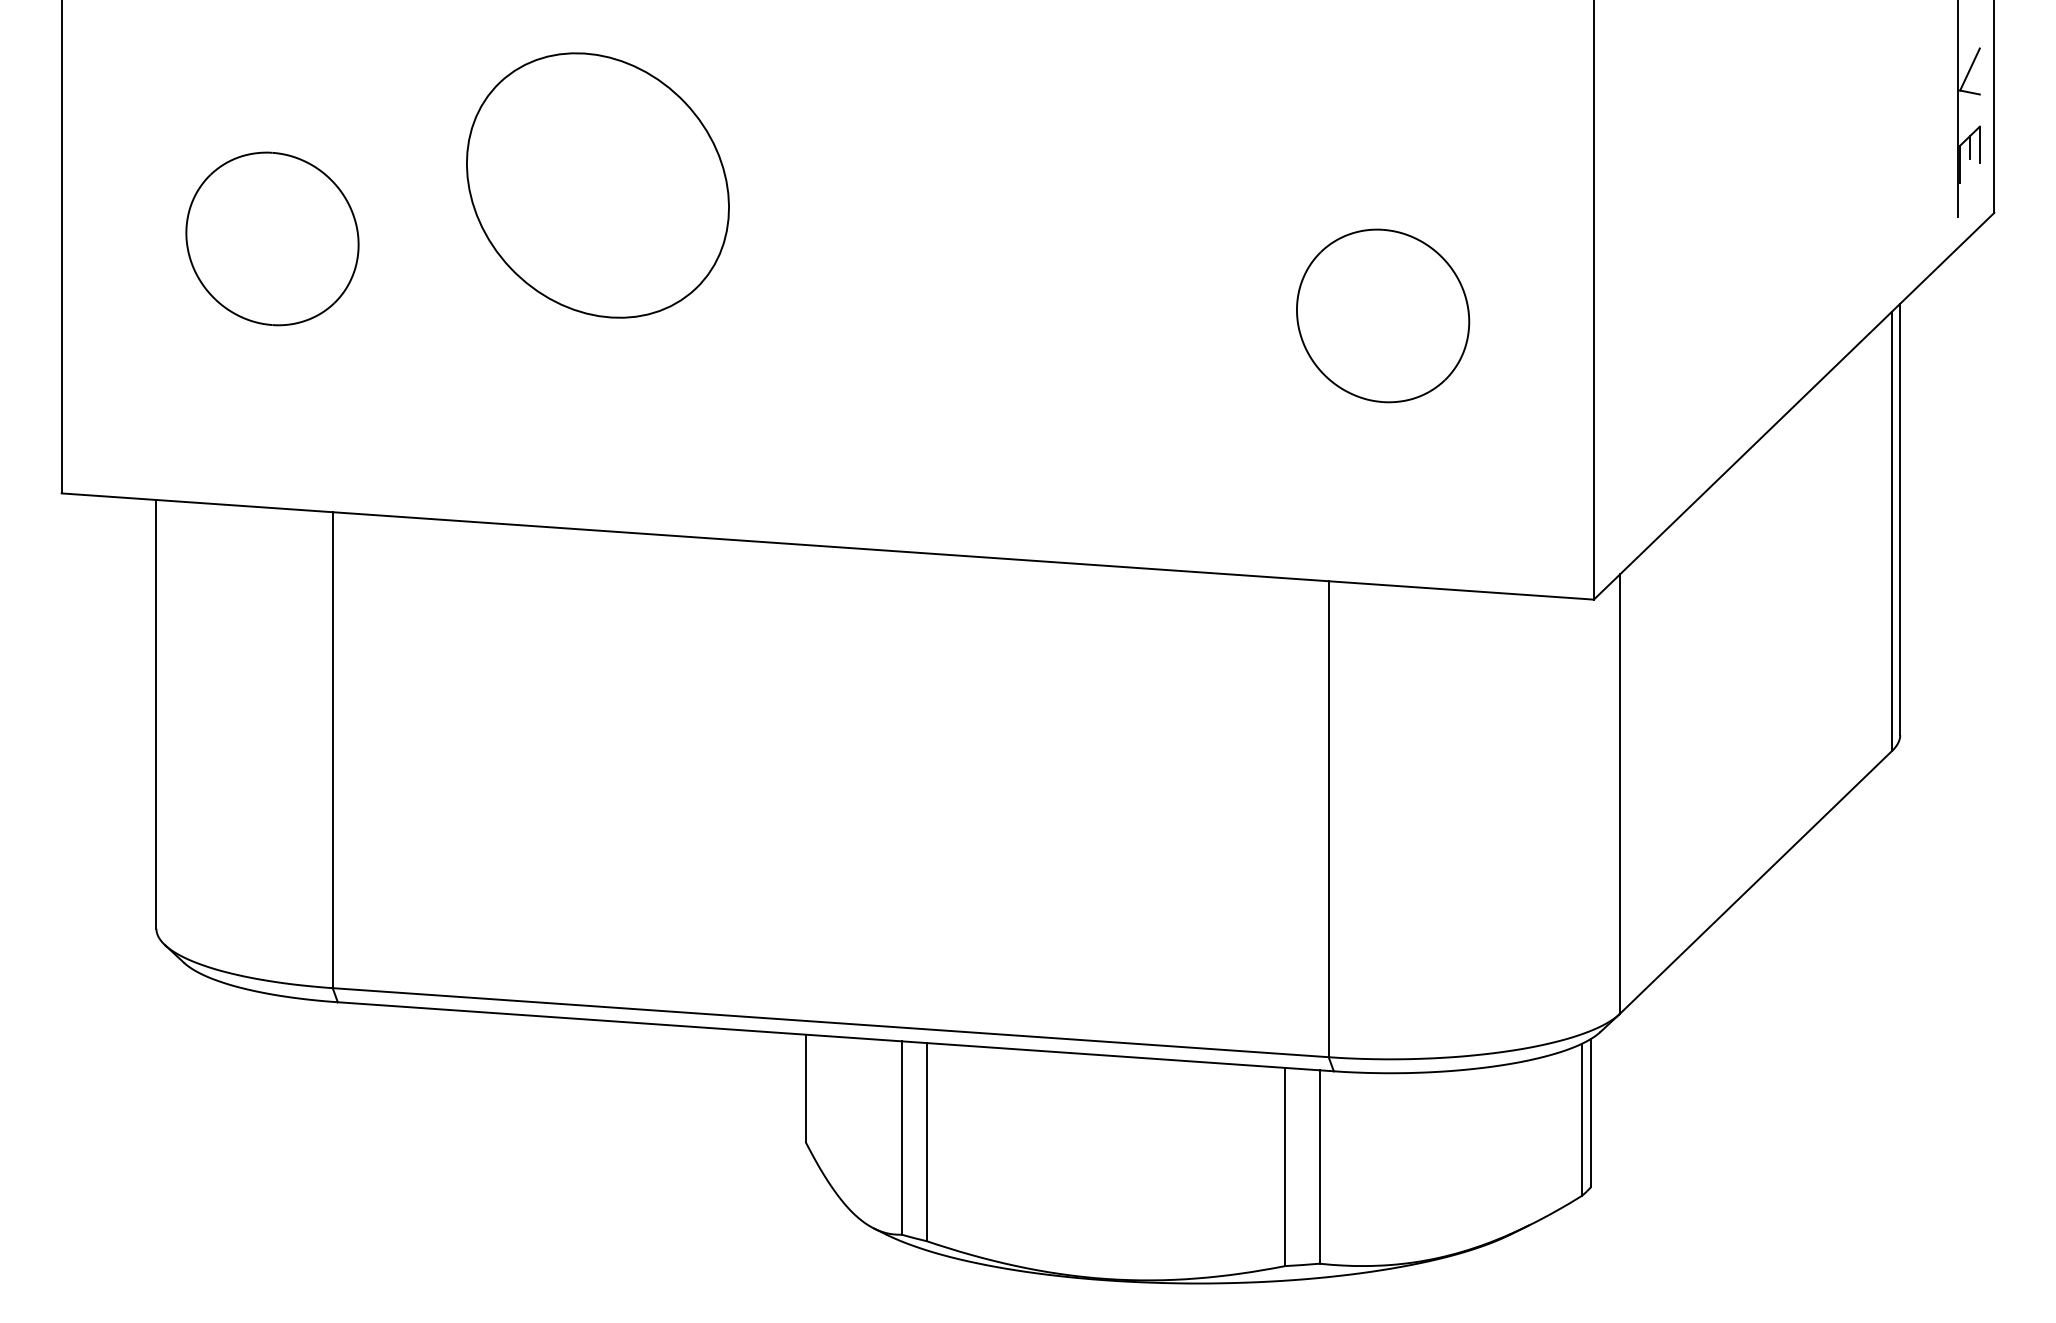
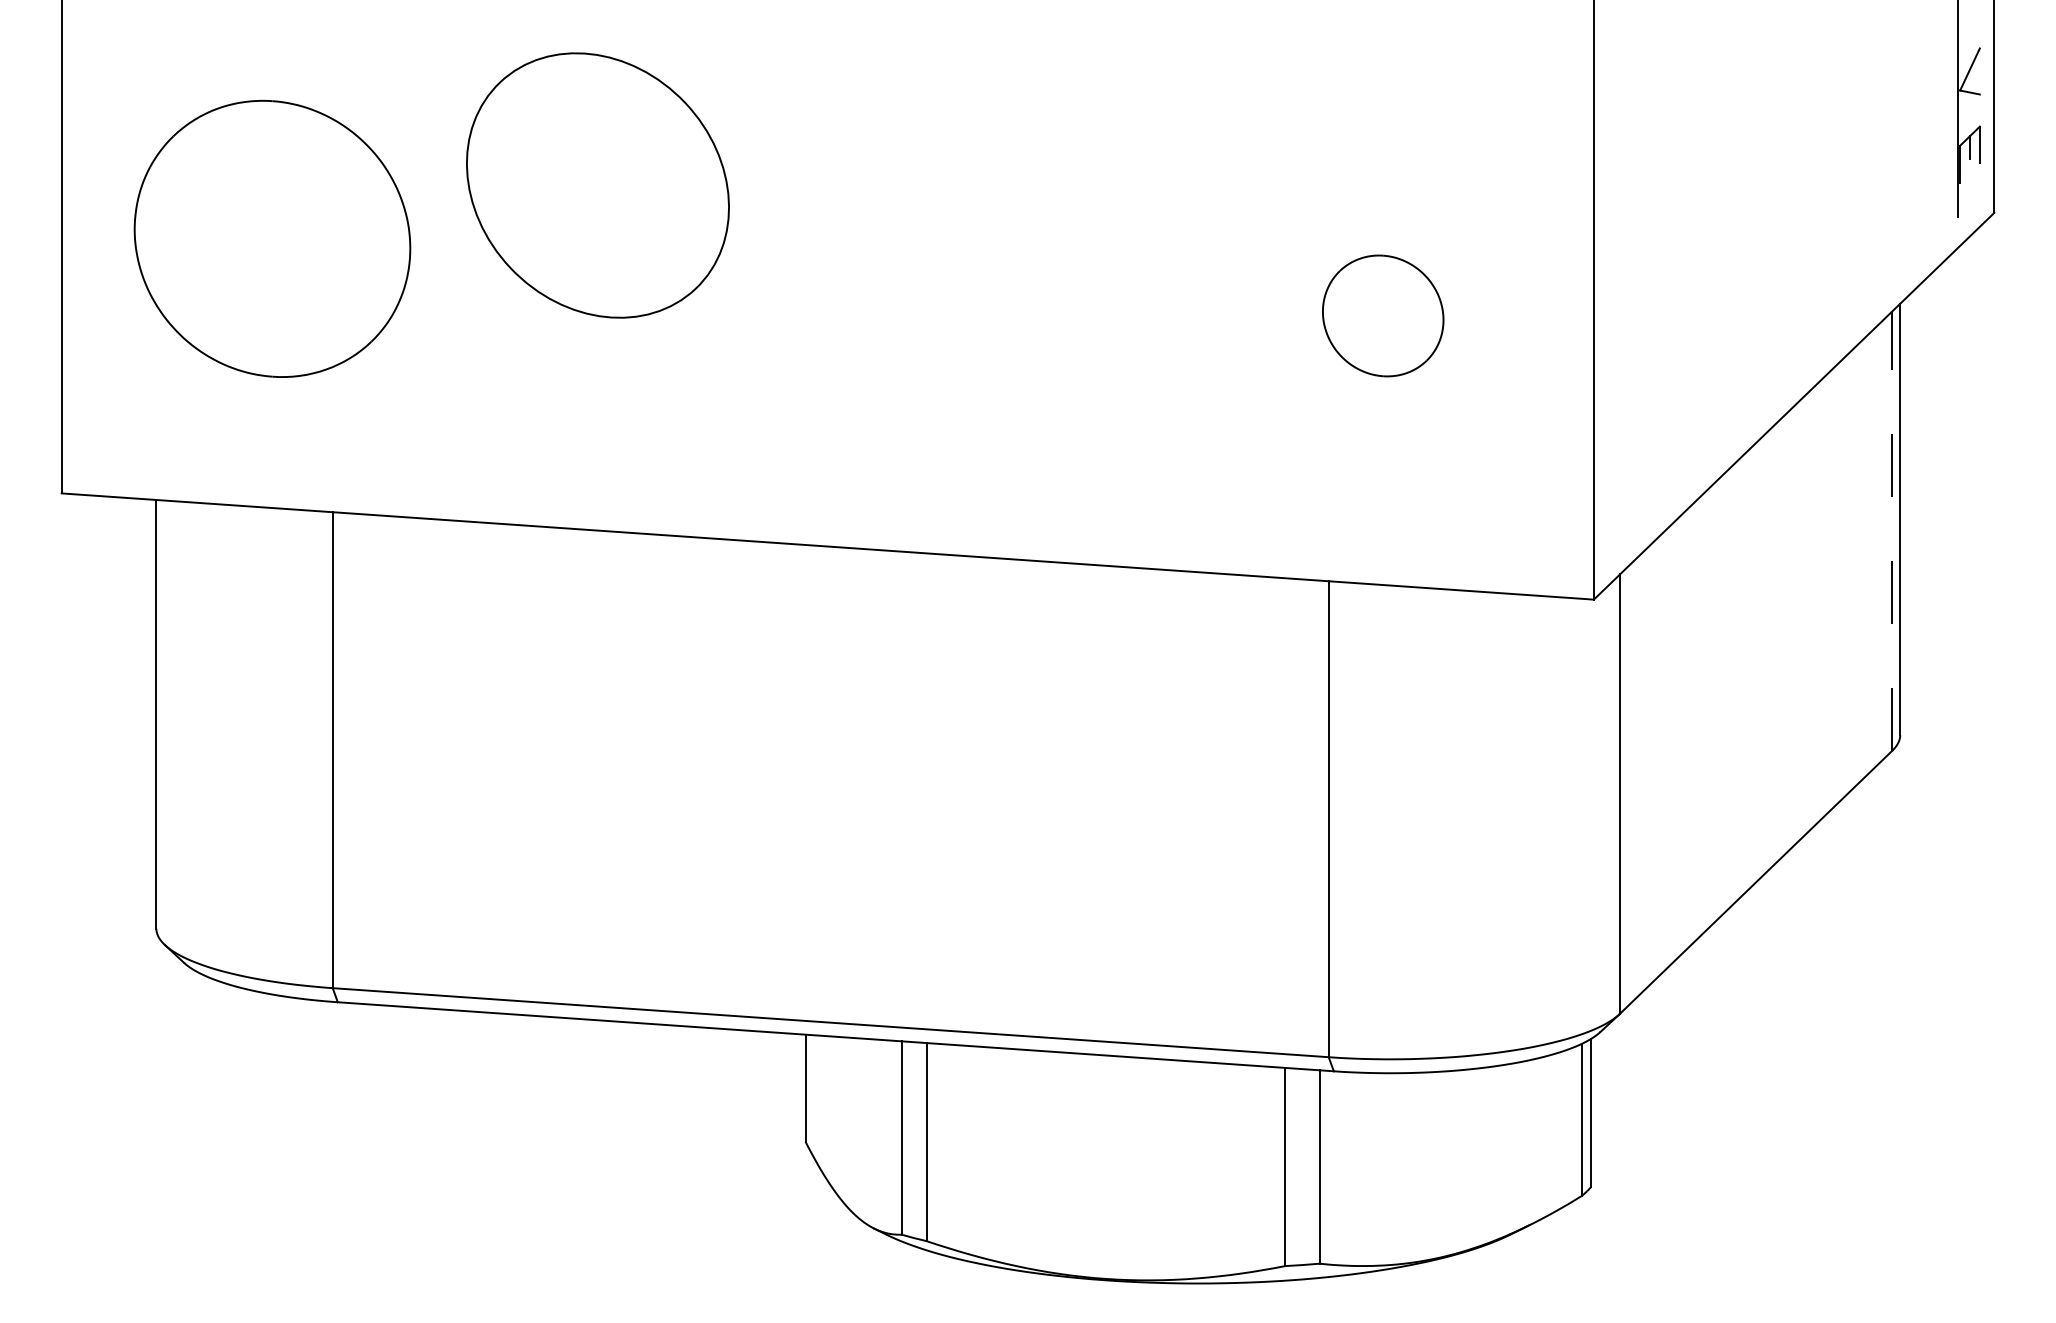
part at (272, 238) size: 175x176 px -> 279x279 px
part at (1383, 315) size: 175x176 px -> 123x124 px
line at (1892, 531): solid -> dashed
